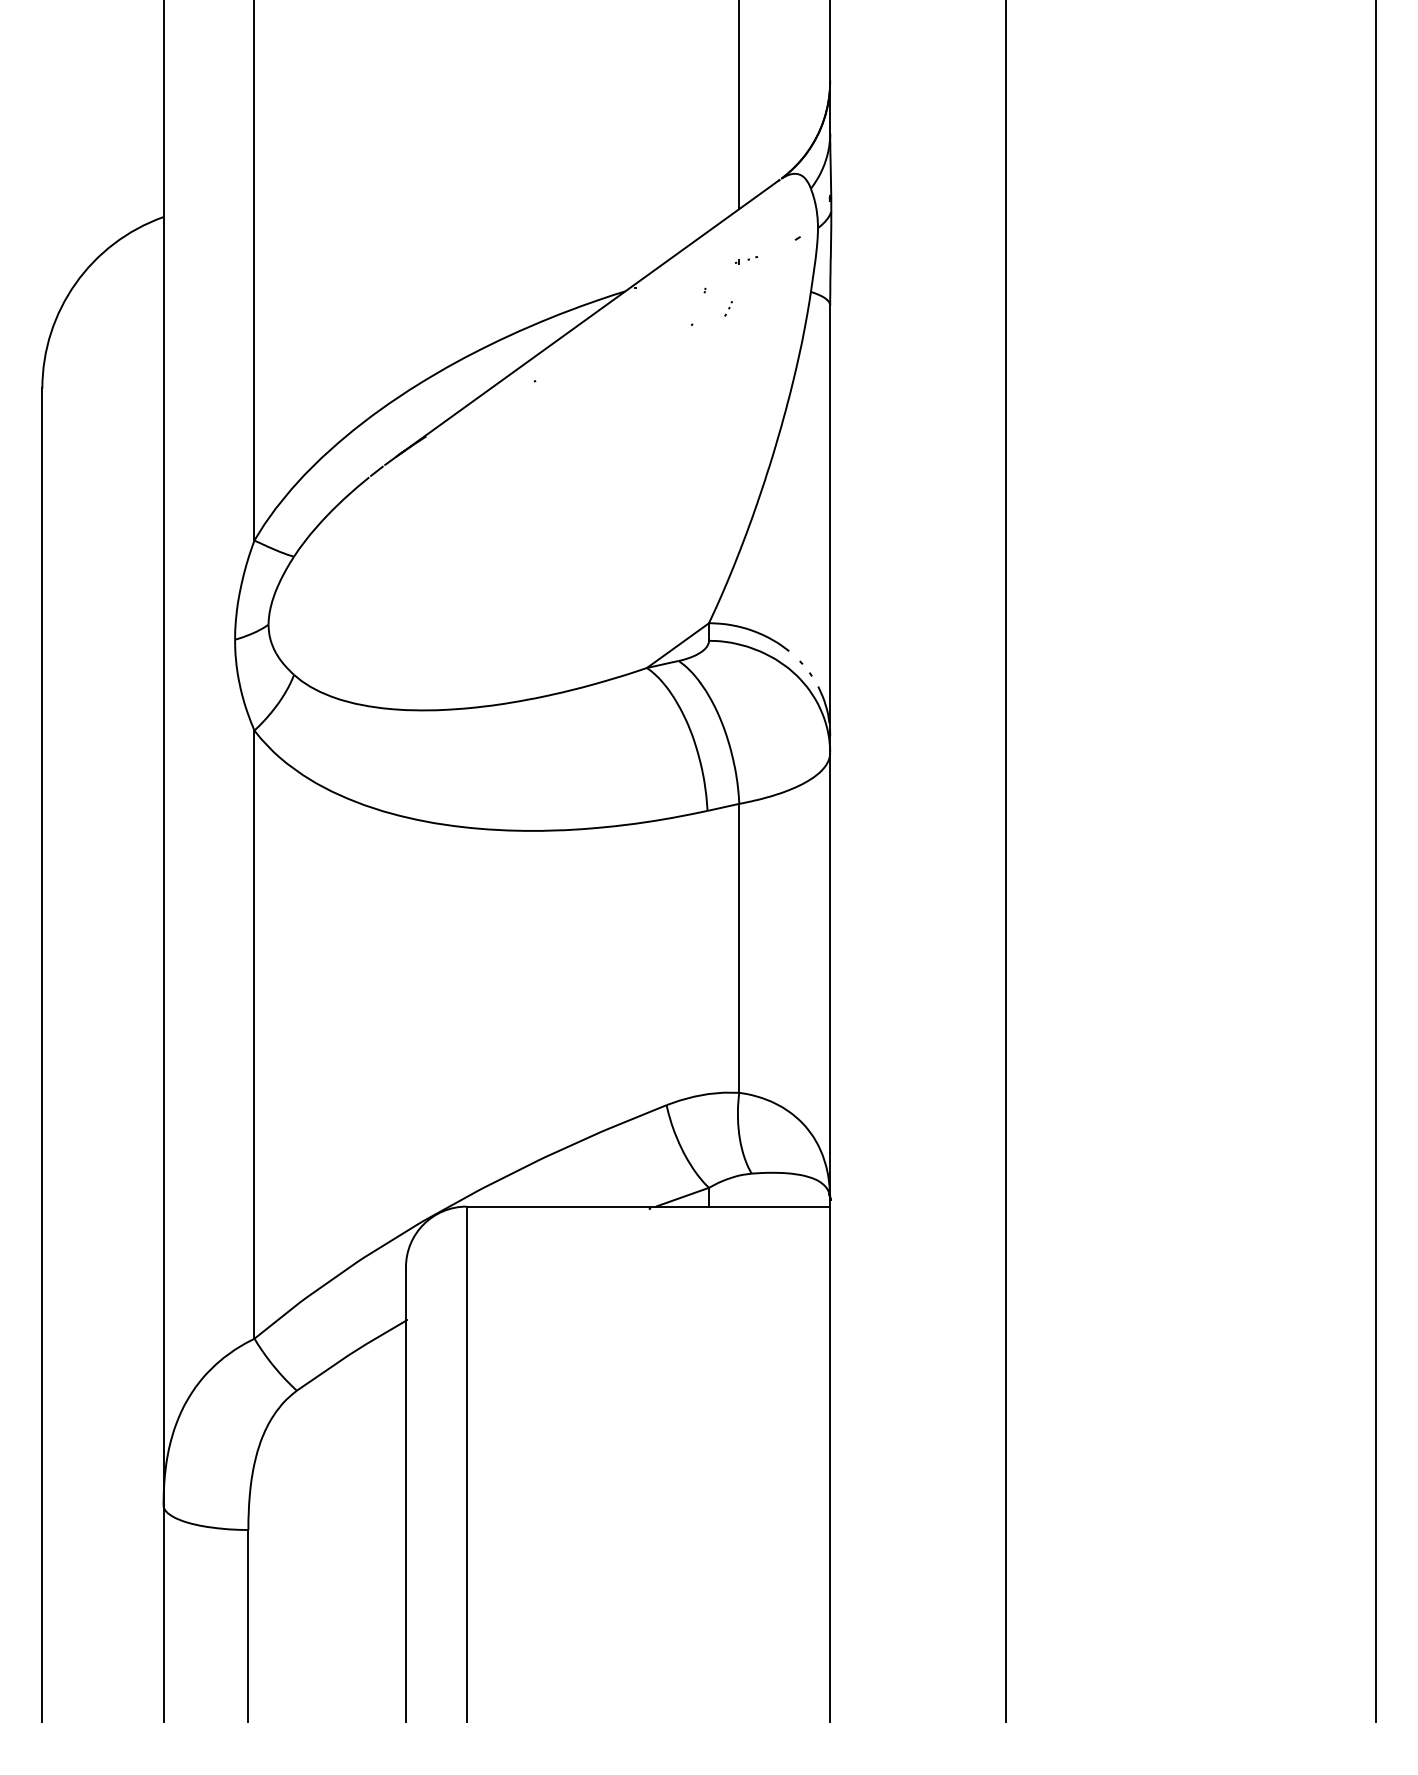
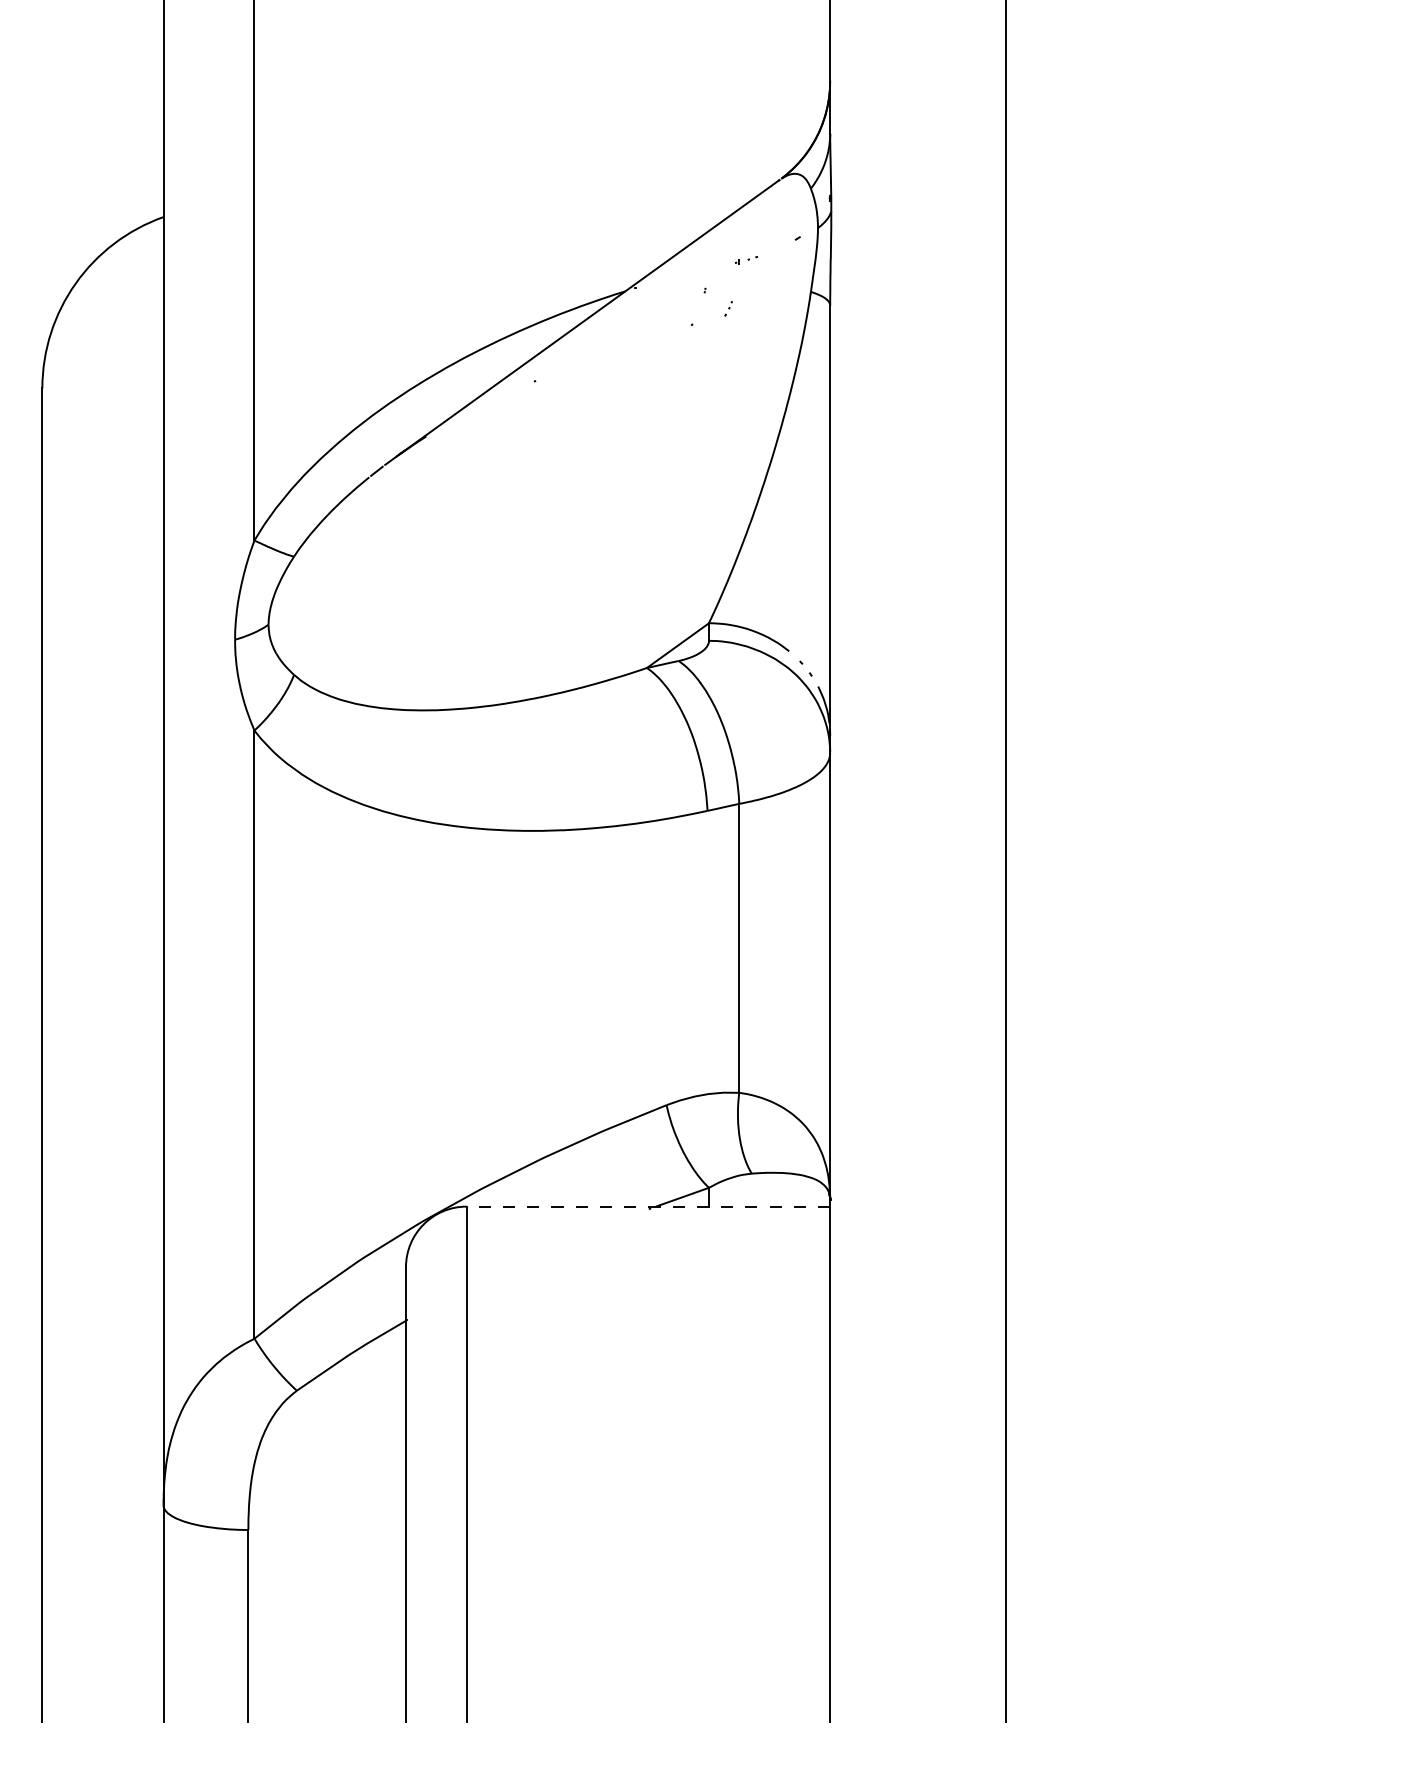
line at (739, 105): present -> none
line at (1375, 861): present -> none
line at (648, 1206): solid -> dashed
